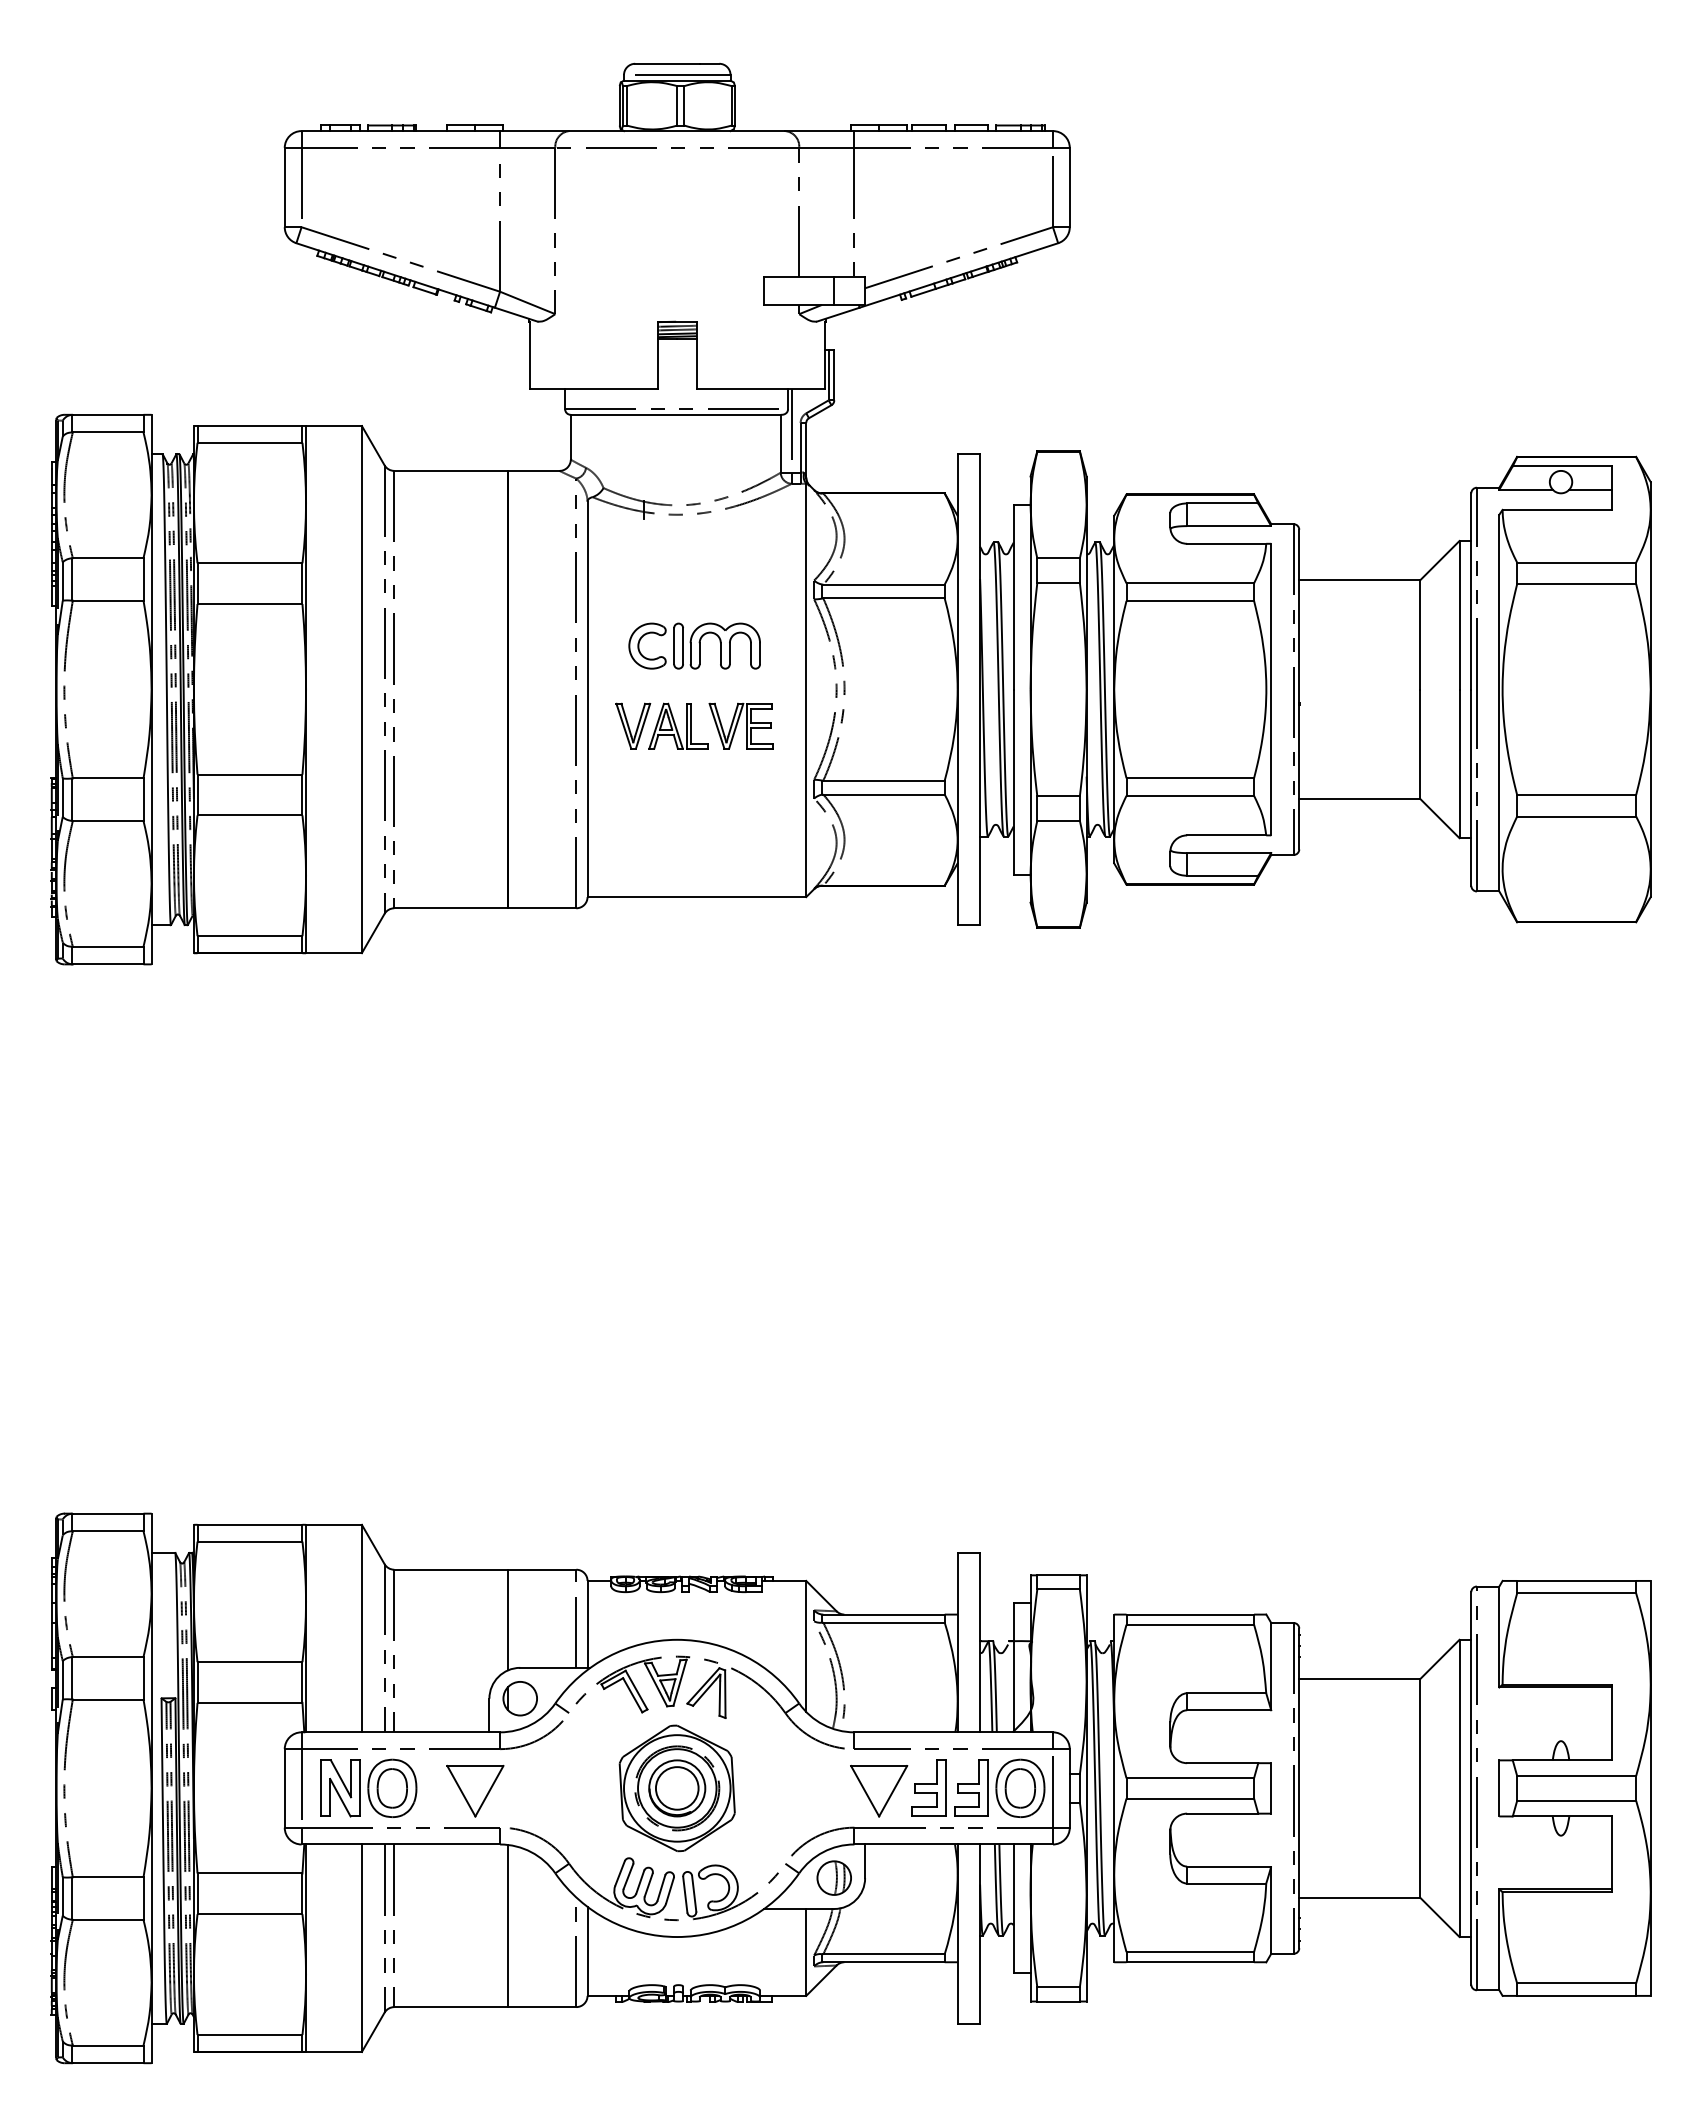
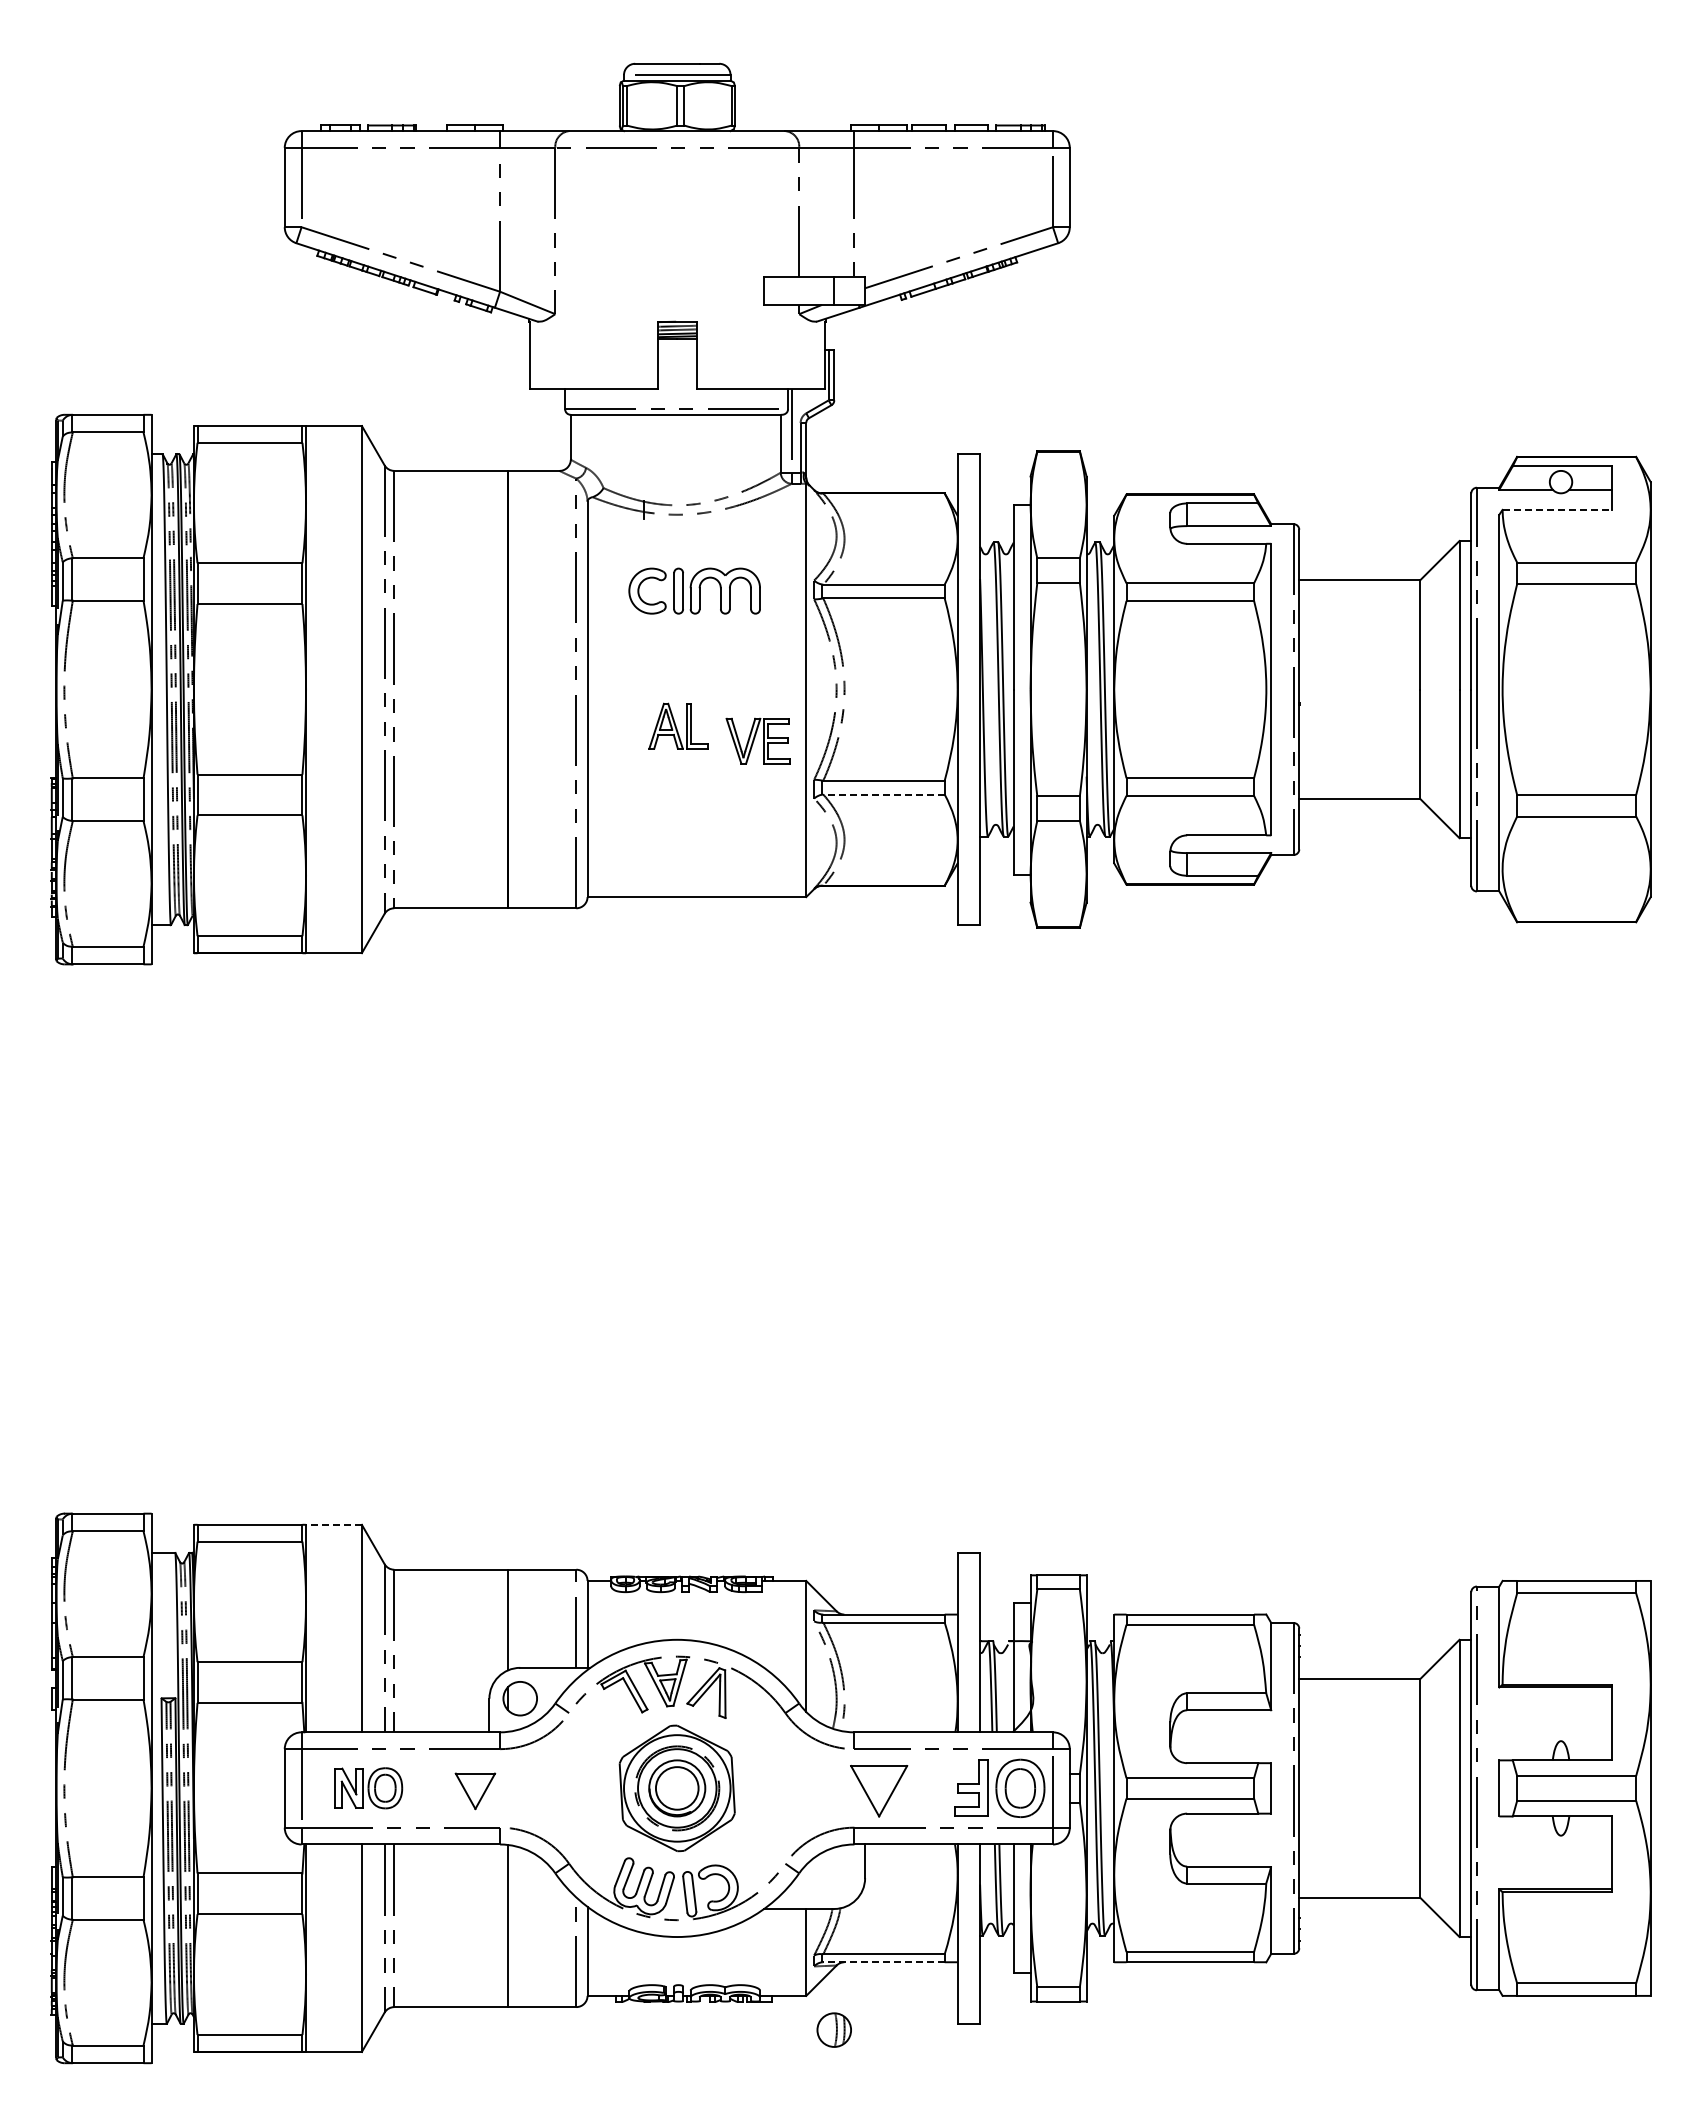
line at (1557, 509): solid -> dashed
part at (694, 645) position: (694, 645) -> (694, 590)
part at (633, 725): present -> none
part at (740, 725) position: (740, 725) -> (757, 740)
line at (884, 794): solid -> dashed
line at (333, 1524): solid -> dashed
part at (368, 1787) size: 98x60 px -> 70x43 px
part at (928, 1787): present -> none
part at (475, 1791) size: 59x53 px -> 43x39 px
part at (833, 1877) position: (833, 1877) -> (833, 2029)
line at (884, 1962): solid -> dashed
